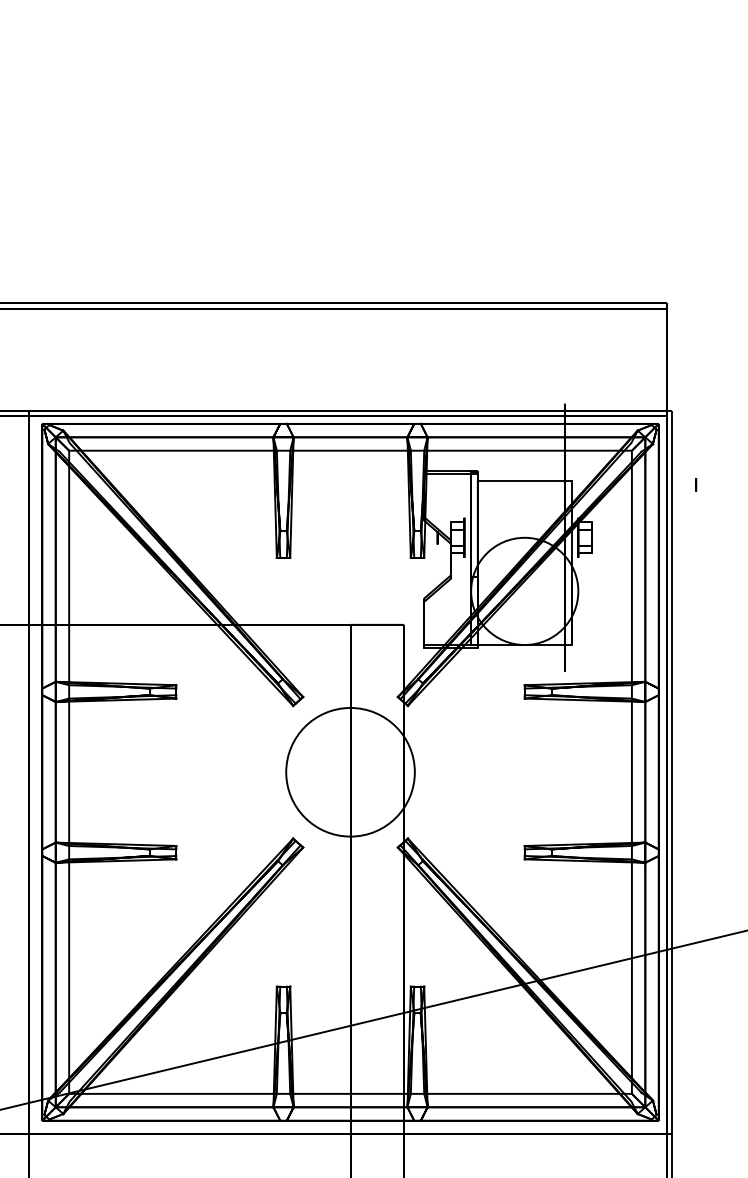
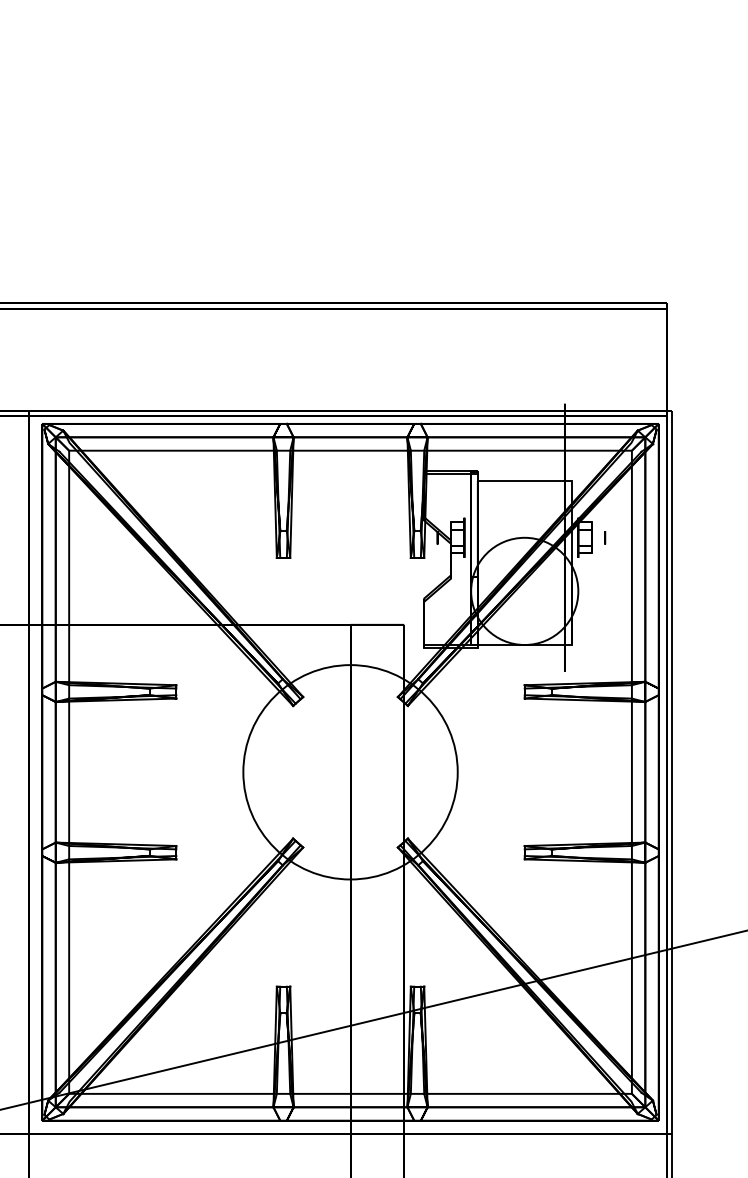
circle at (696, 484) position: (696, 484) -> (605, 537)
circle at (350, 771) diameter: 129 px -> 214 px
